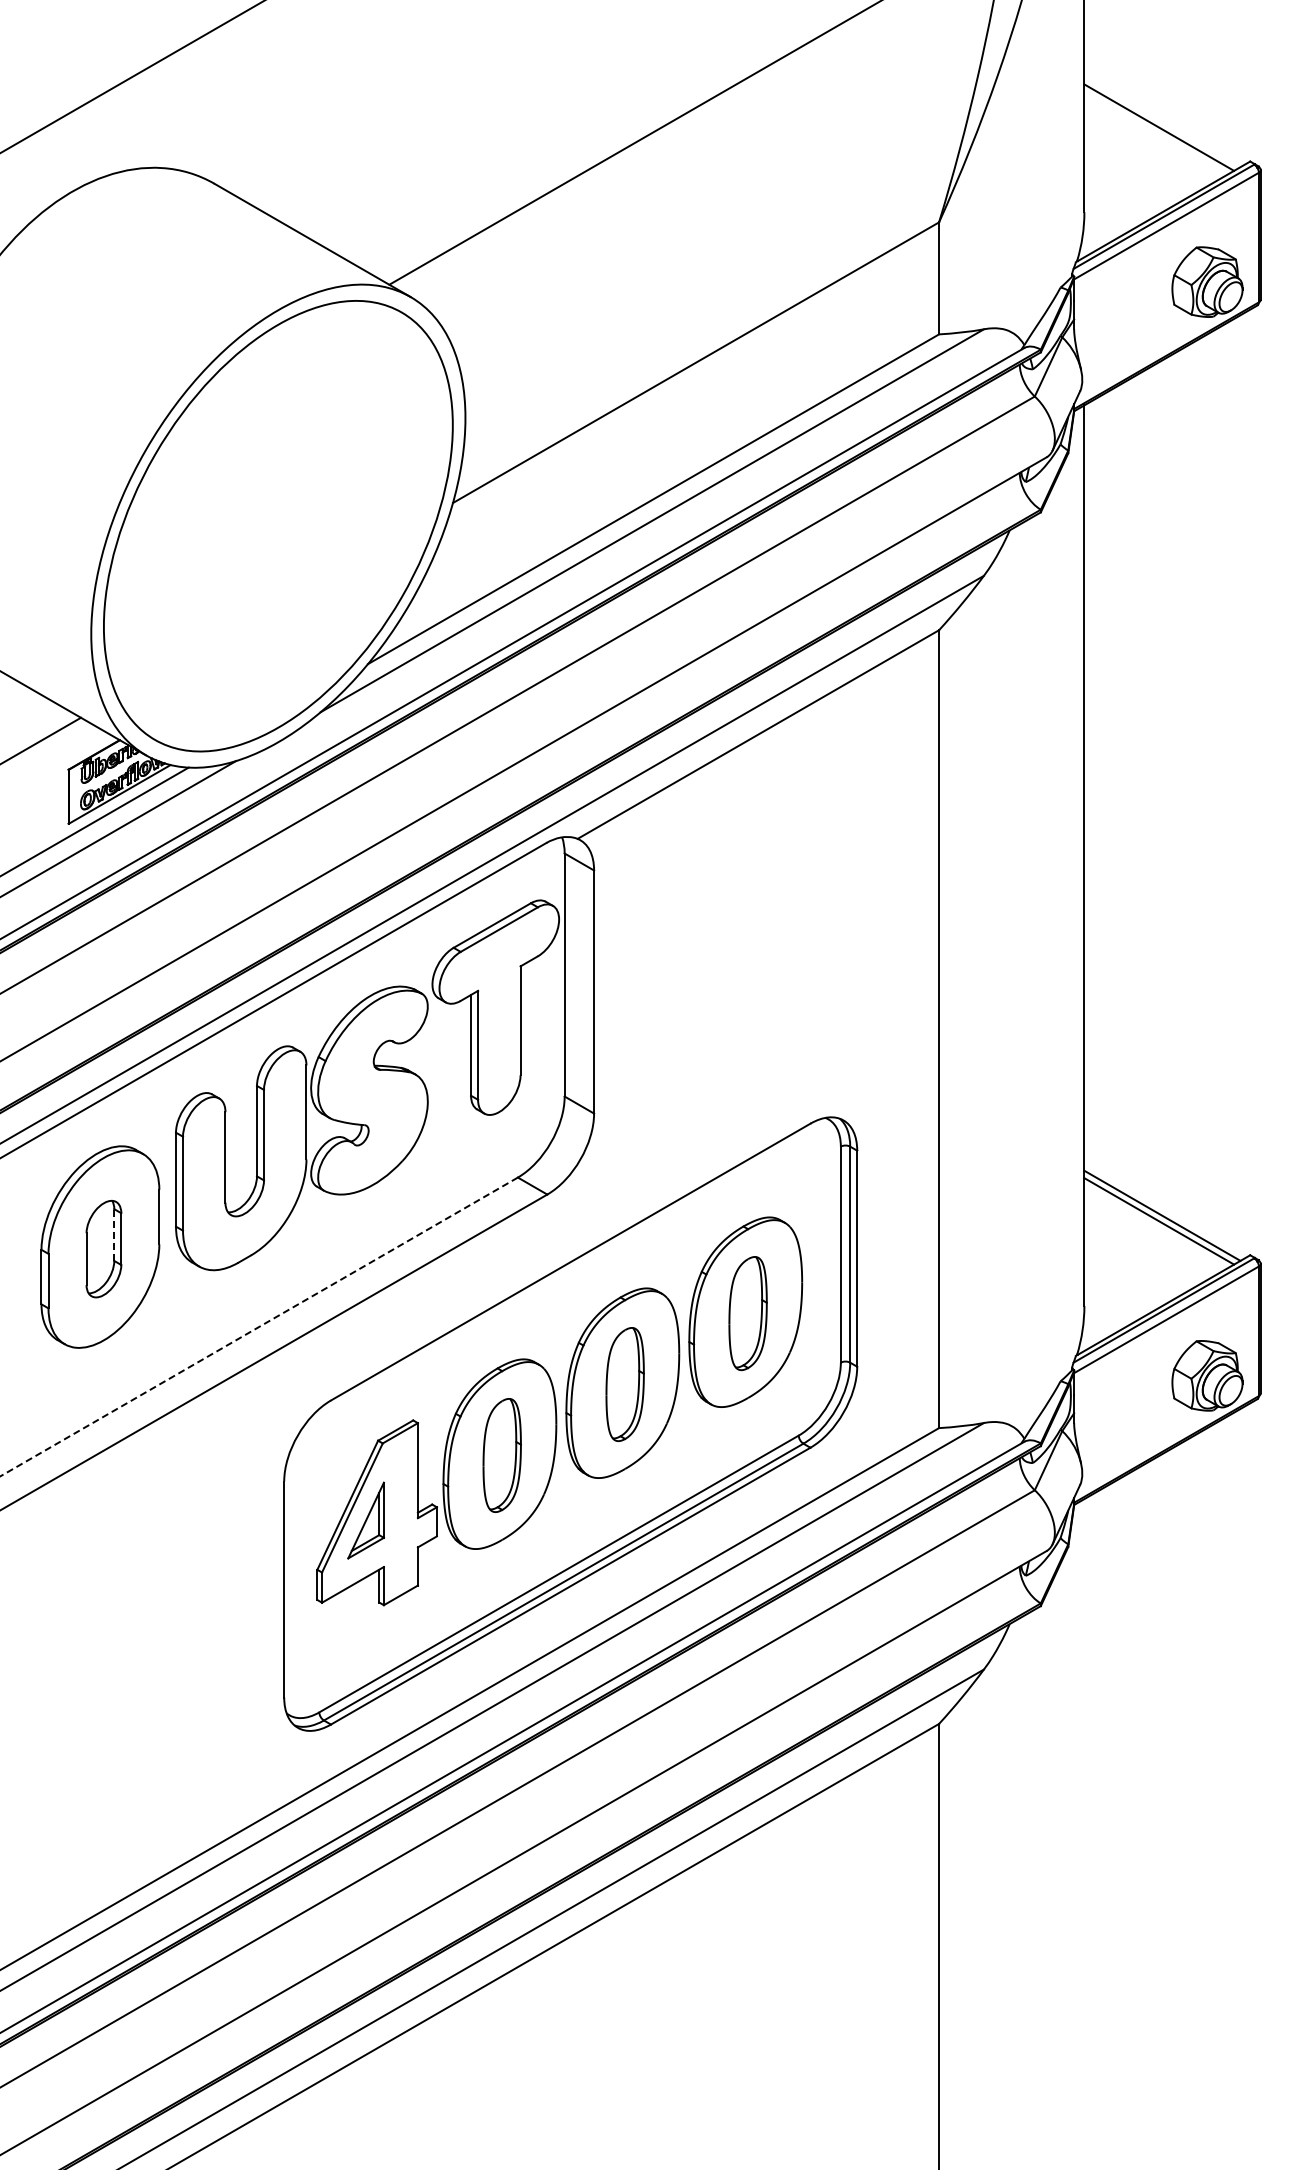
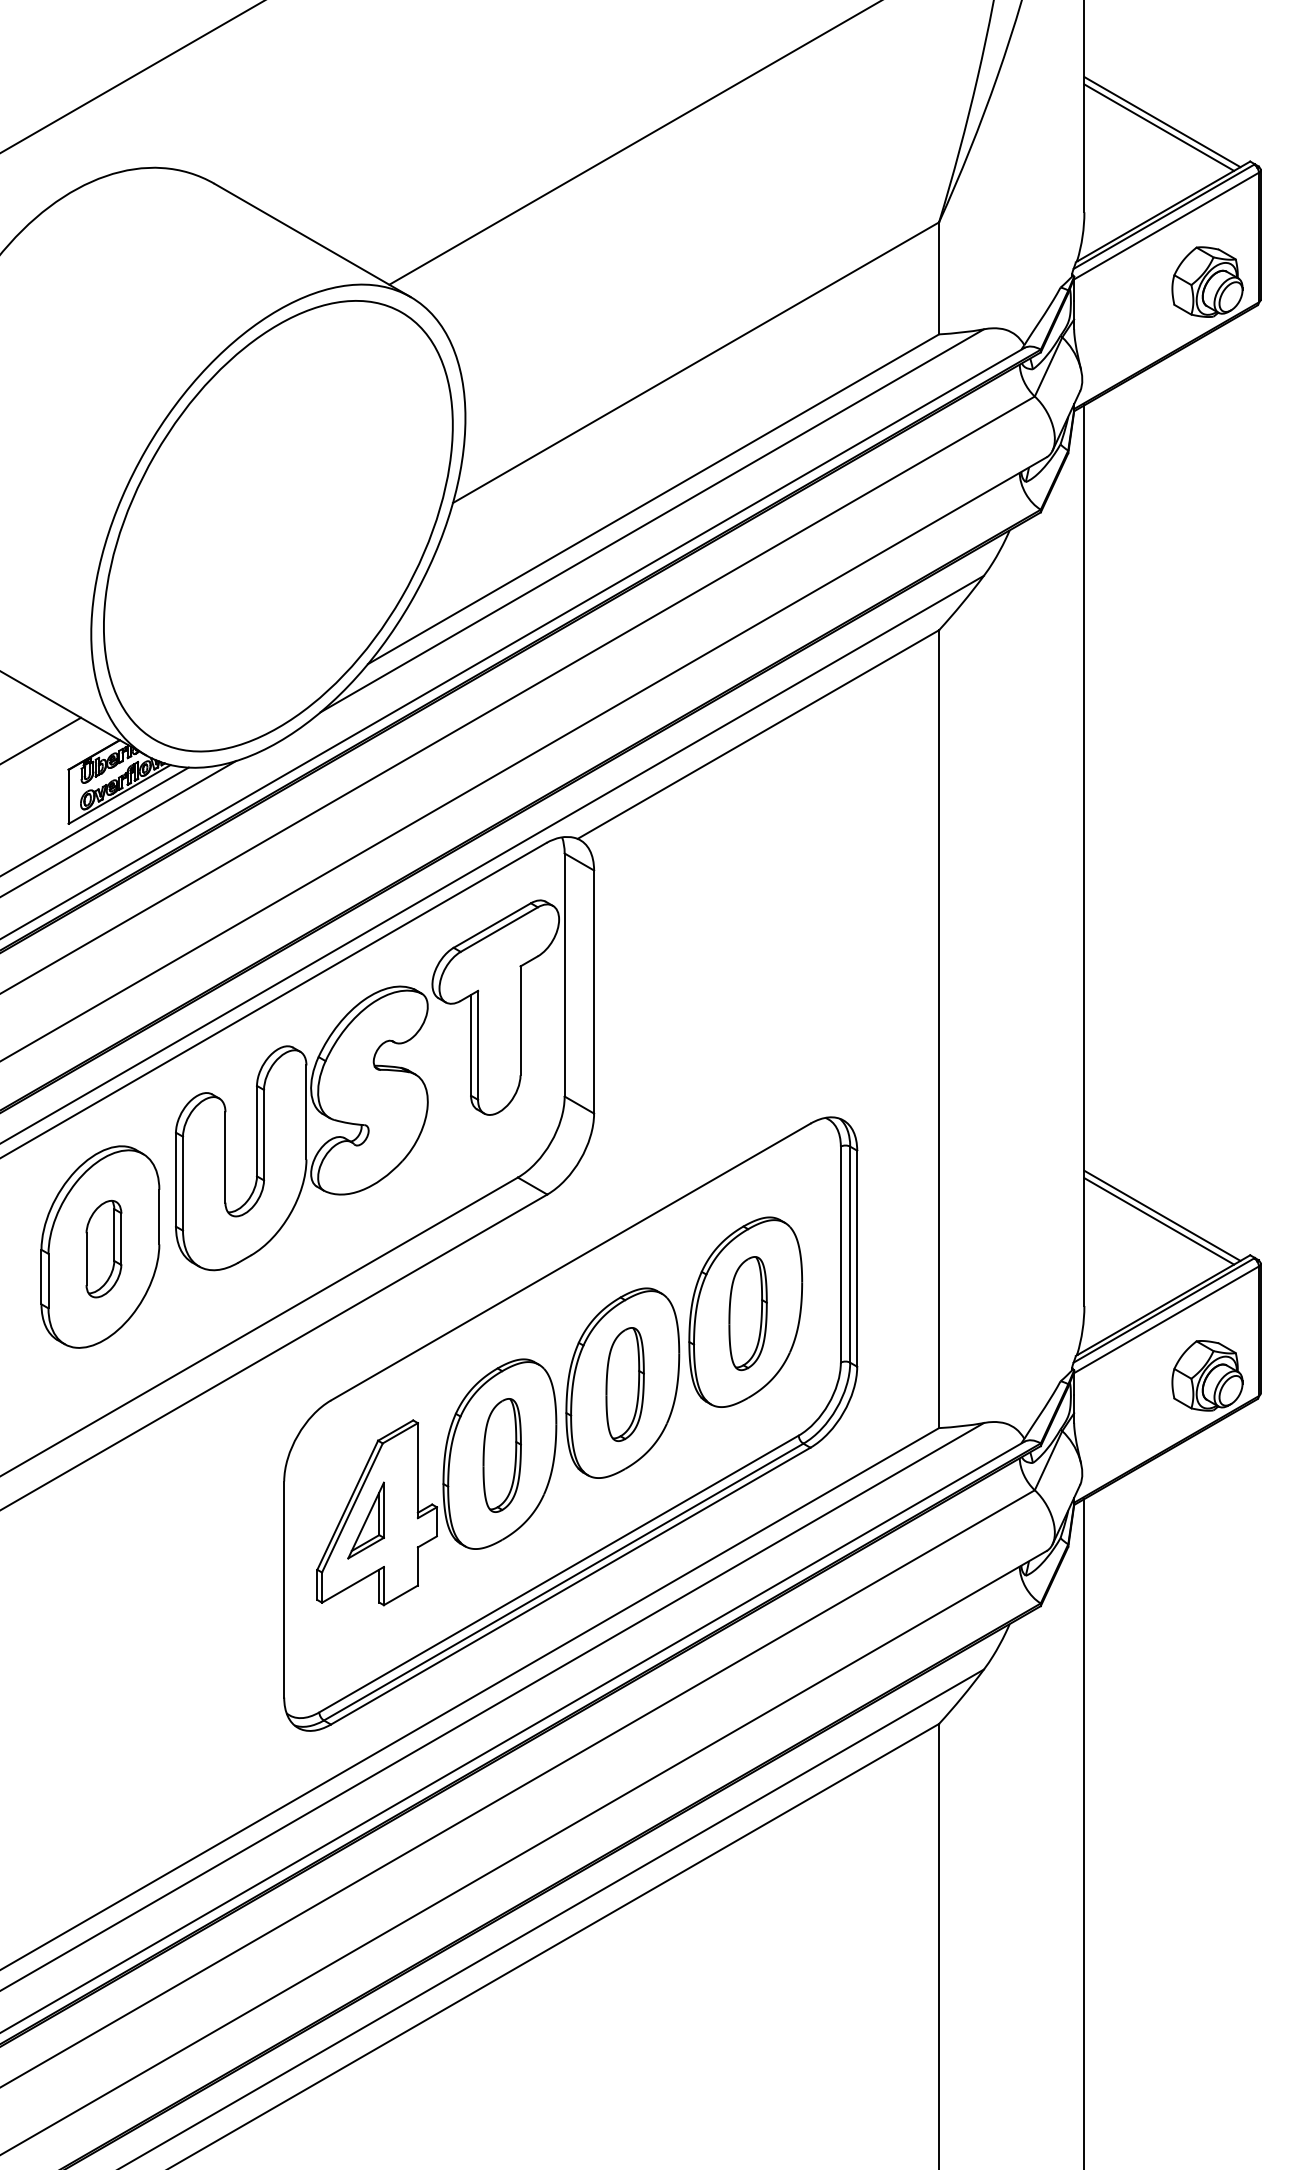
line at (1162, 122): none -> present
line at (114, 1235): dashed -> solid
line at (259, 1326): dashed -> solid
line at (1084, 1832): none -> present
